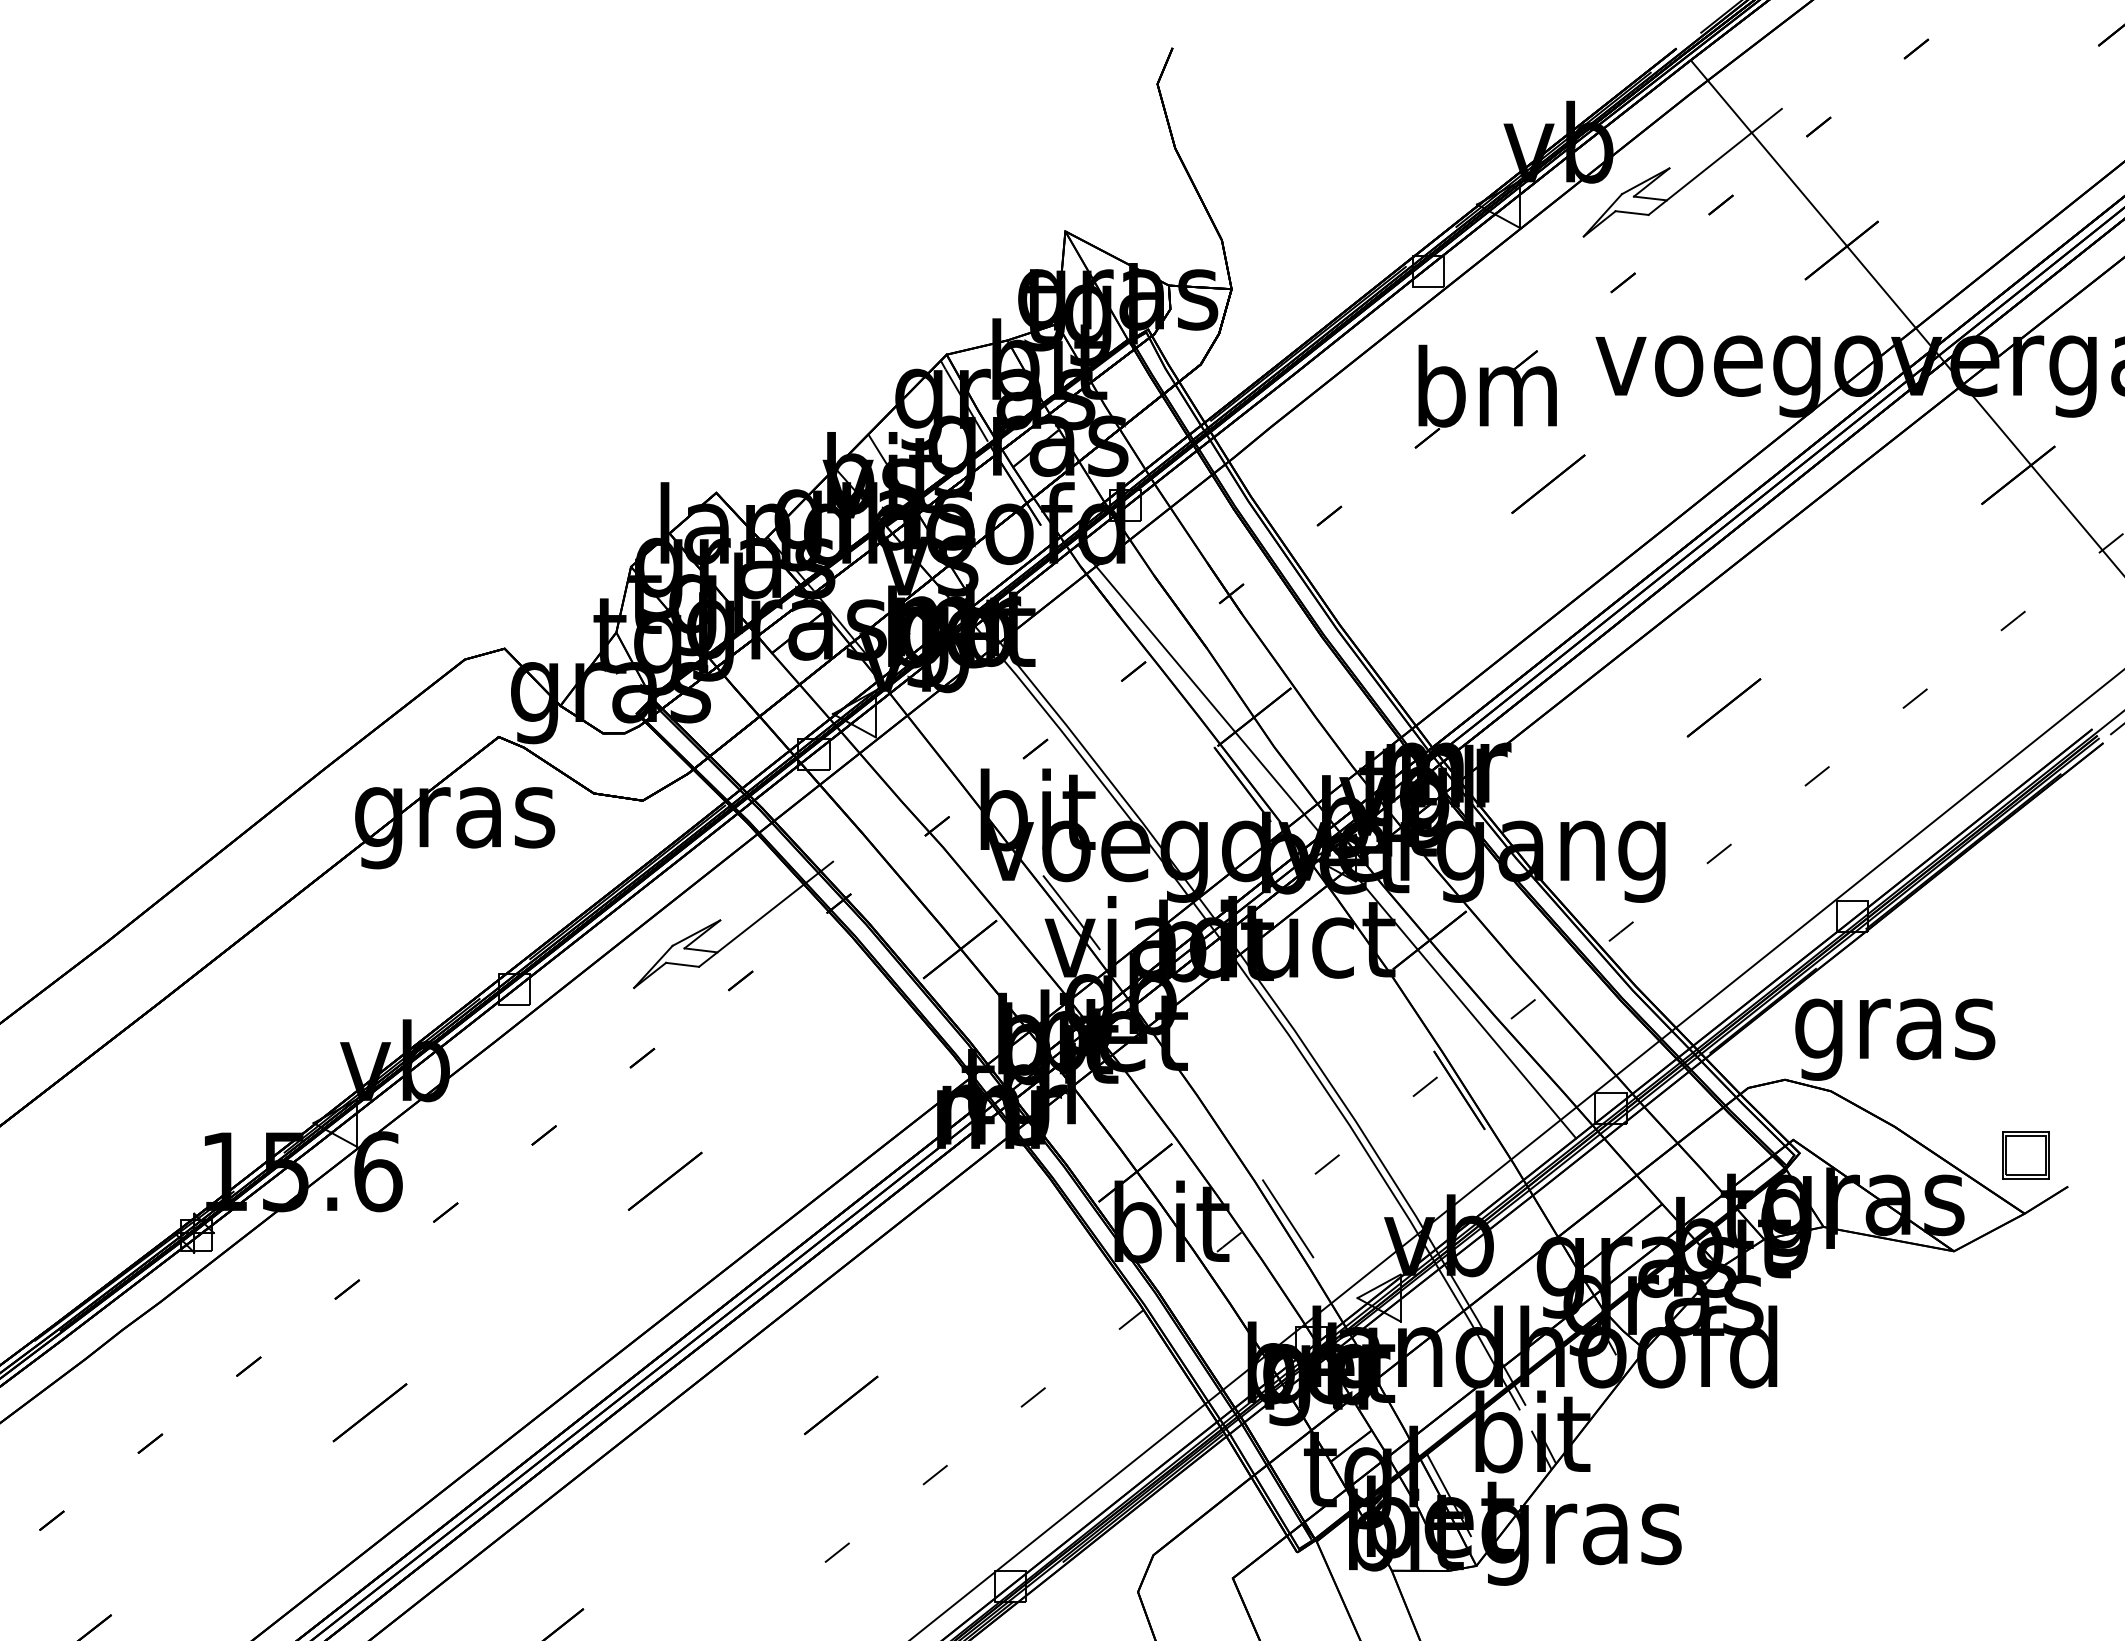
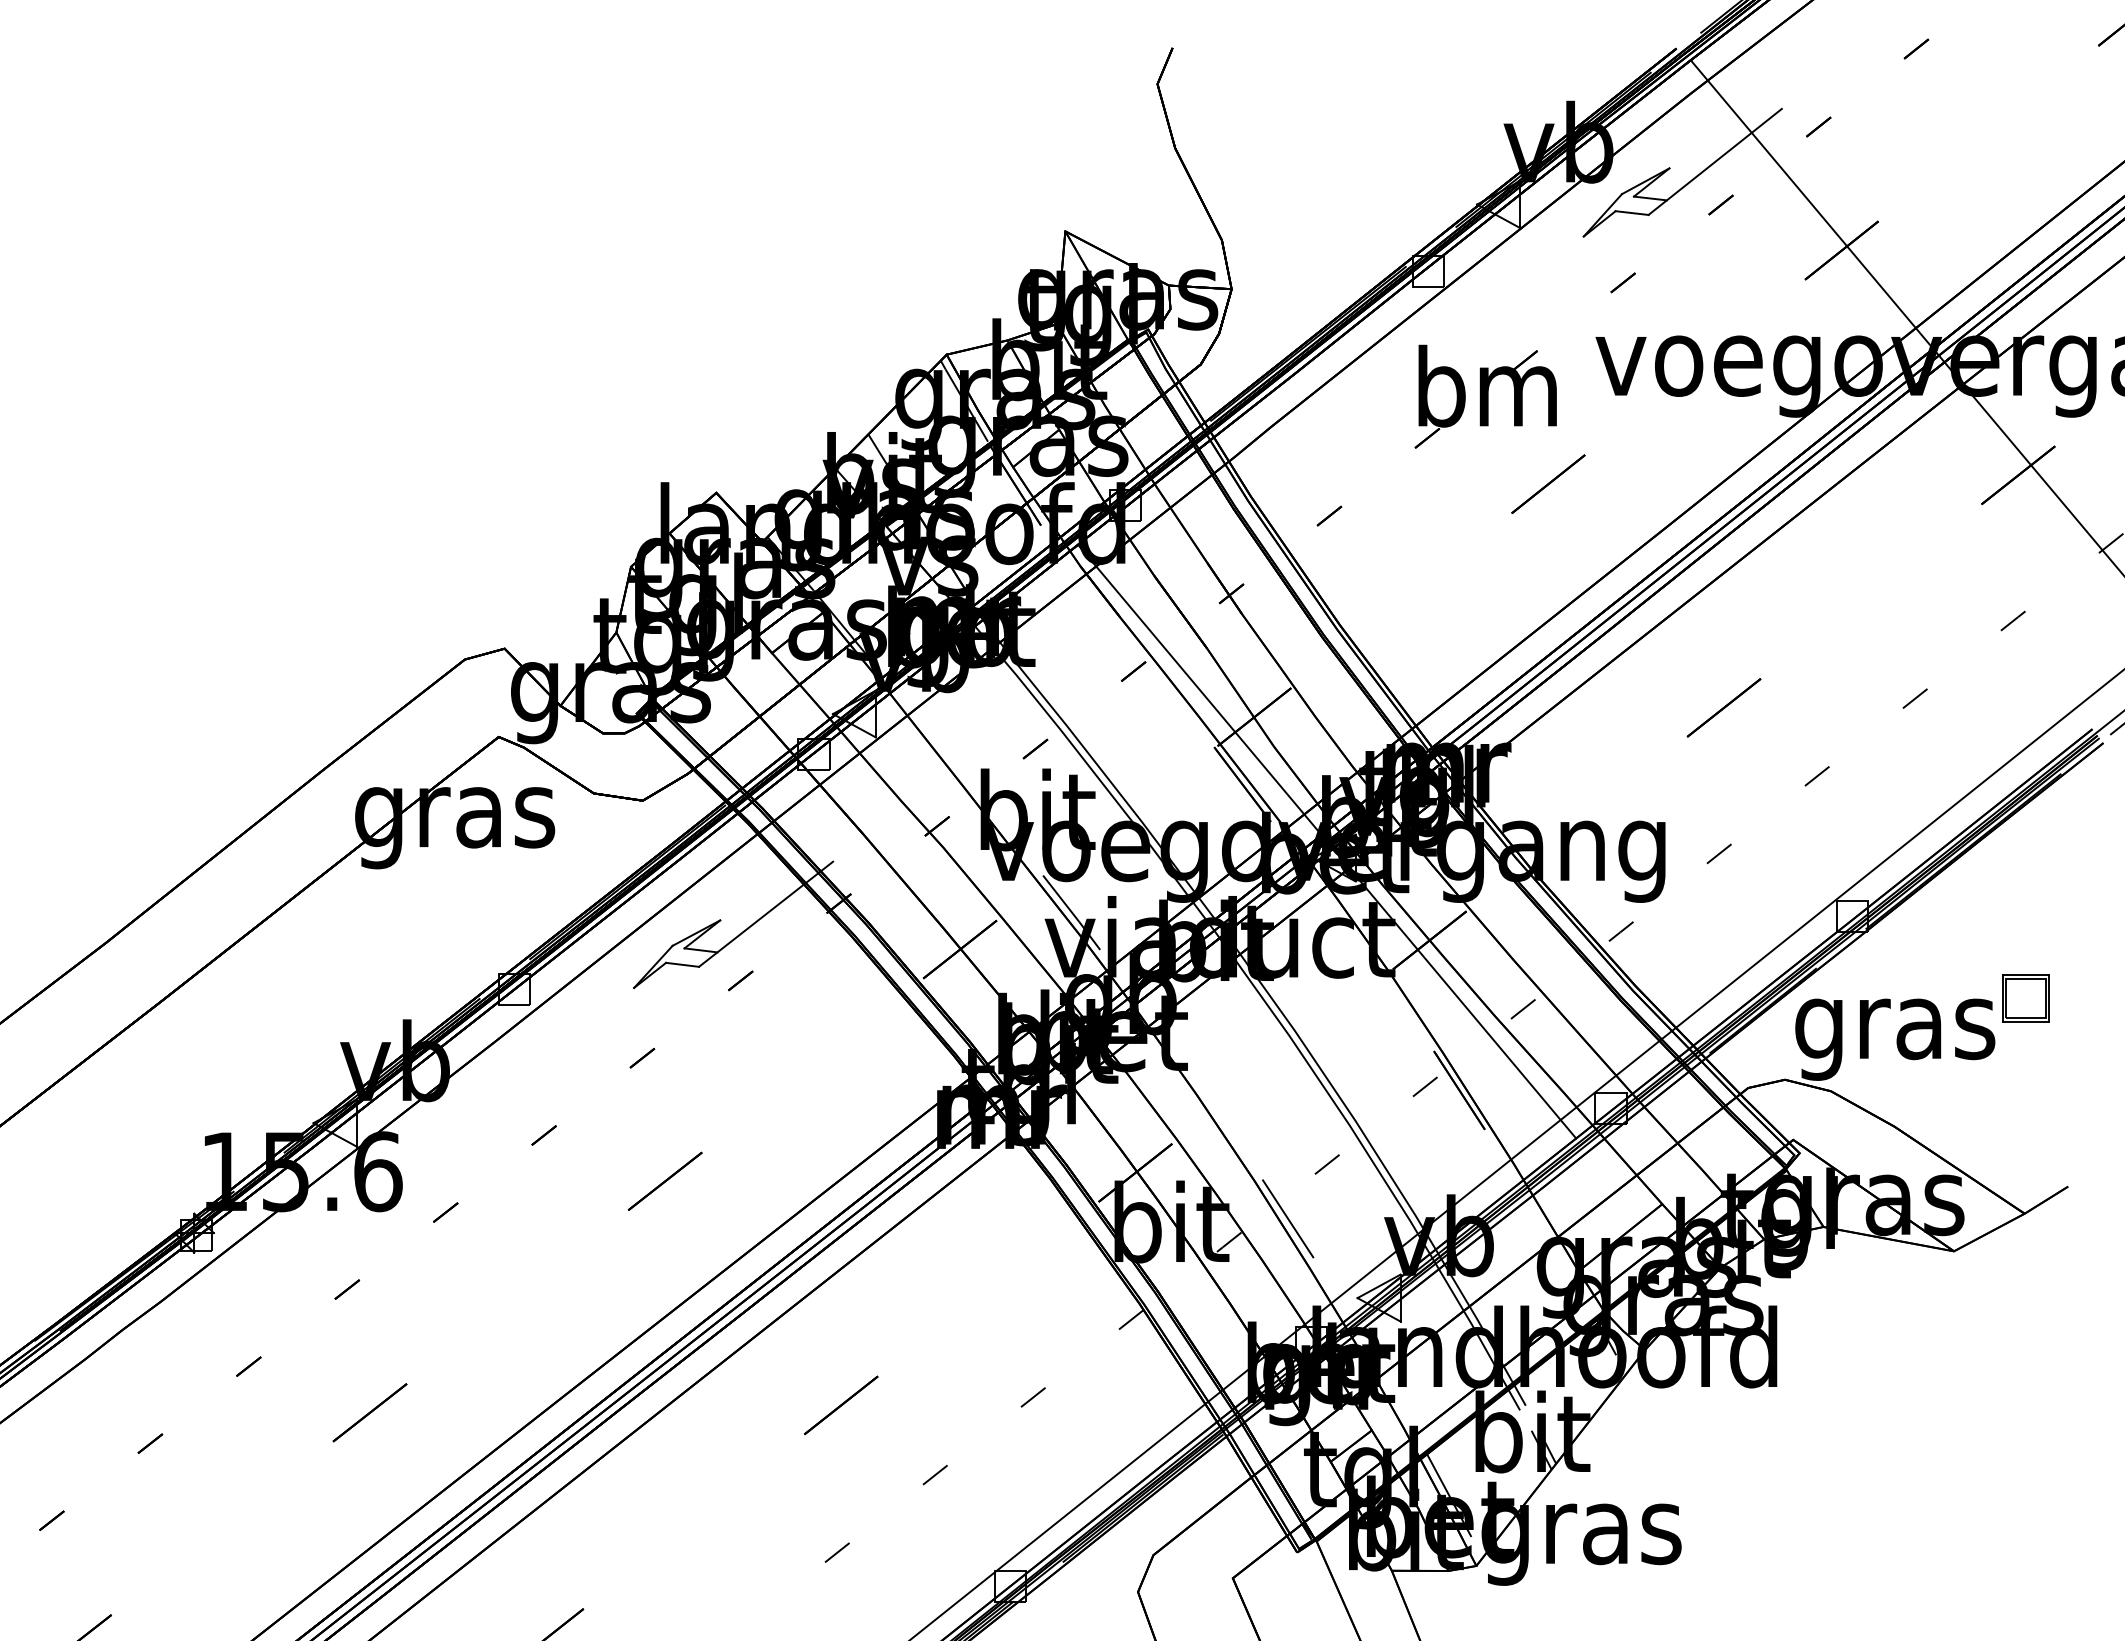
part at (2025, 1155) position: (2025, 1155) -> (2025, 998)
